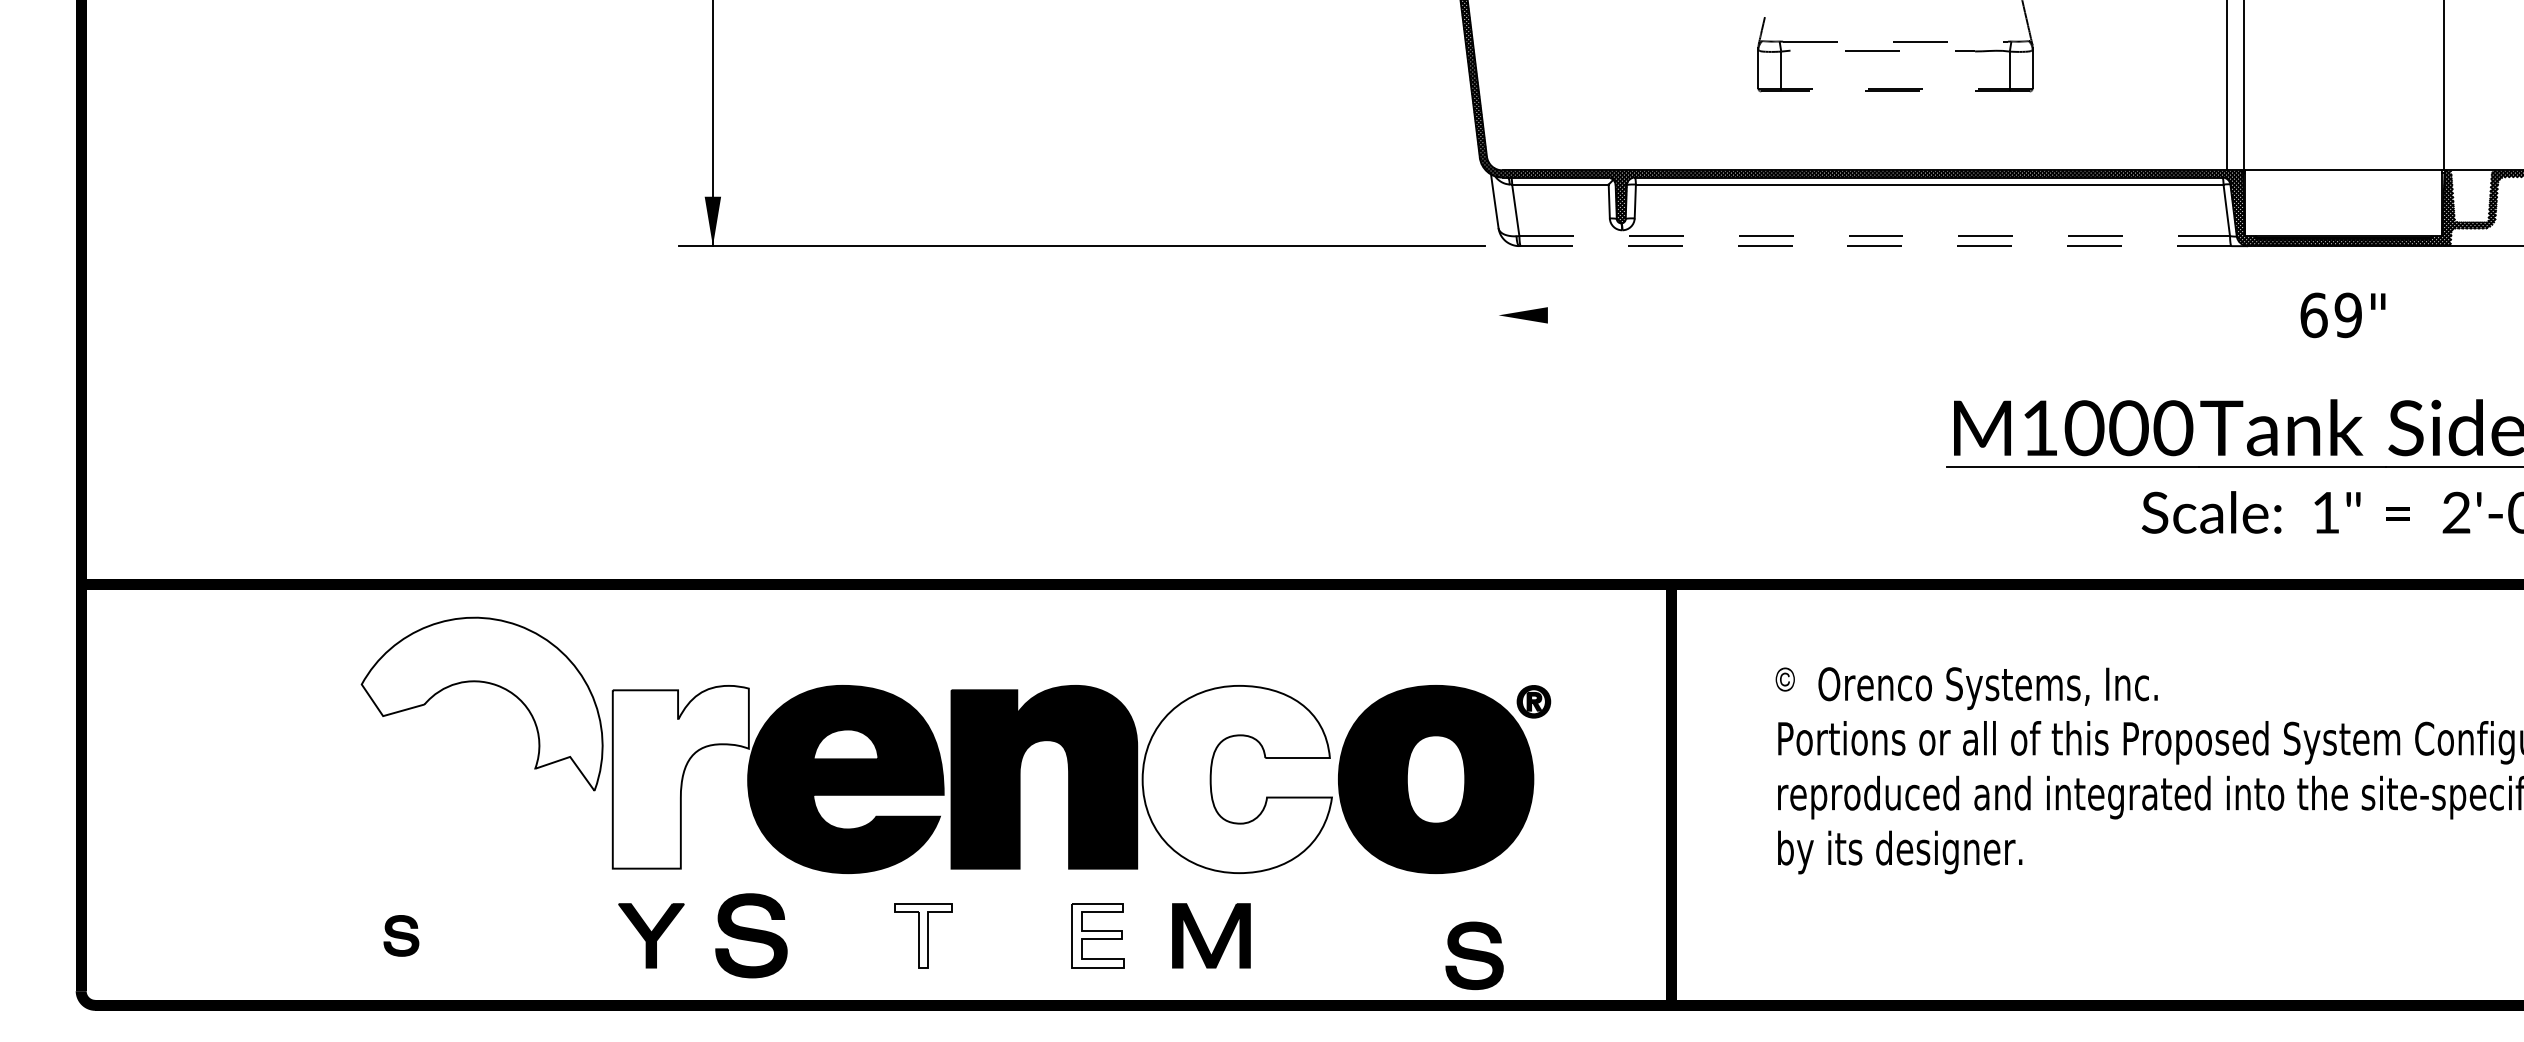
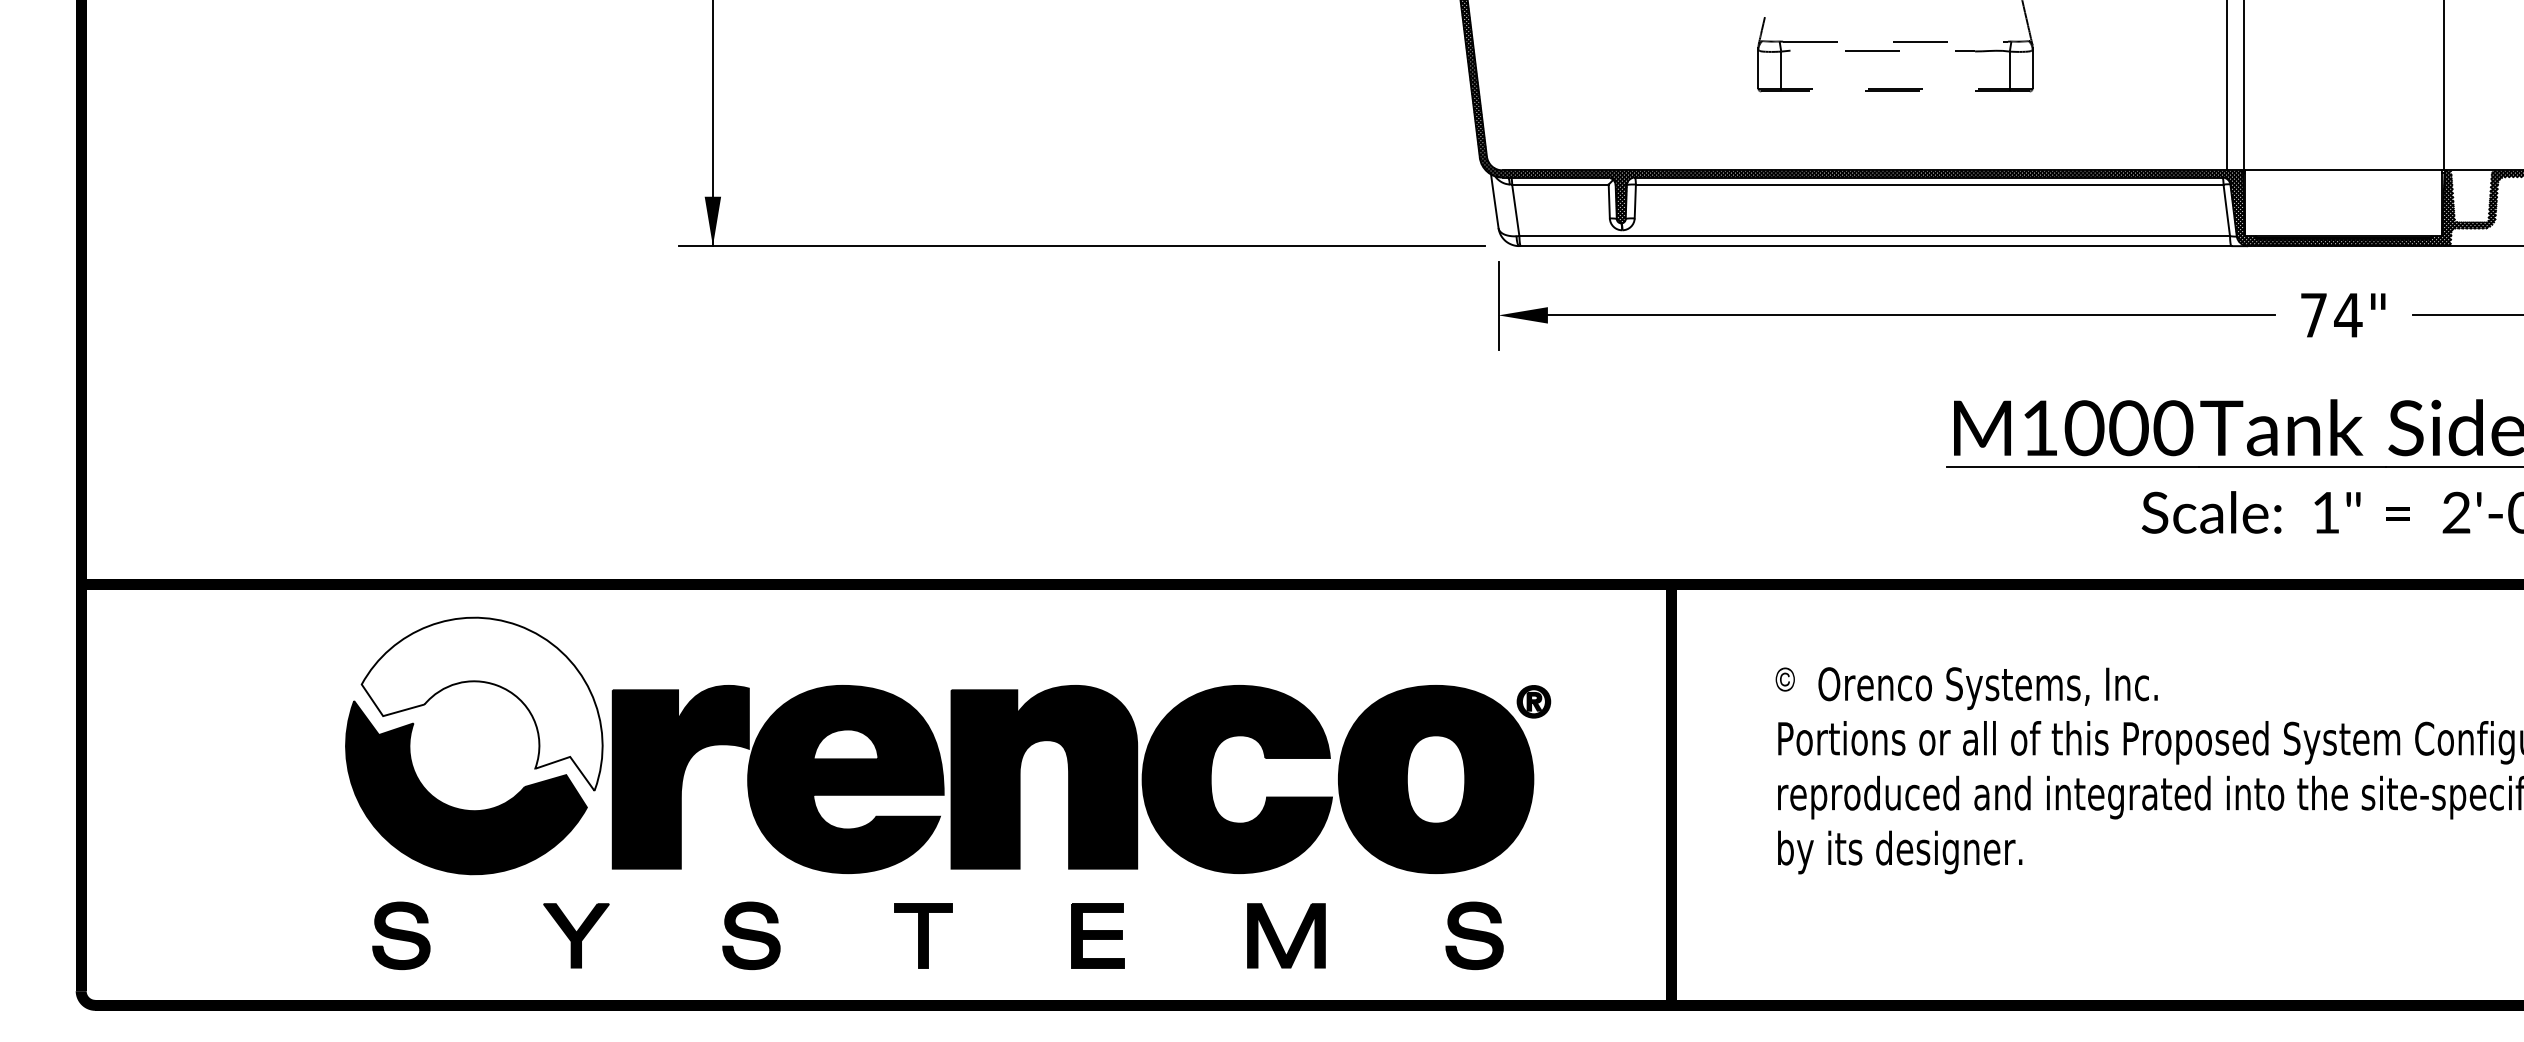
line at (1875, 236): dashed -> solid
line at (1874, 246): dashed -> solid
line at (1498, 305): none -> present
line at (1910, 315): none -> present
text at (2331, 315): 69" -> 74"
line at (2466, 315): none -> present
fill at (680, 776): none -> present
fill at (1236, 779): none -> present
part at (461, 808): none -> present
part at (401, 935) size: 37x42 px -> 59x70 px
part at (651, 935) position: (651, 935) -> (576, 935)
part at (751, 935) size: 73x86 px -> 59x70 px
fill at (922, 935): none -> present
fill at (1098, 935): none -> present
part at (1204, 939) position: (1204, 939) -> (1279, 939)
part at (1474, 955) position: (1474, 955) -> (1474, 935)
